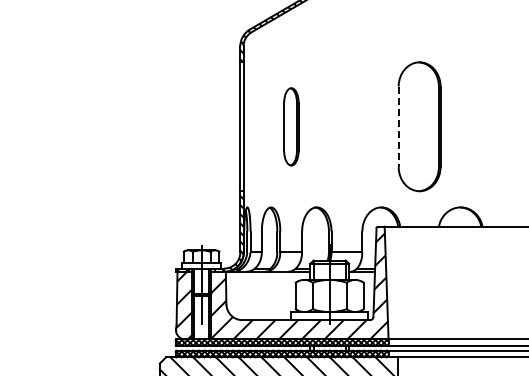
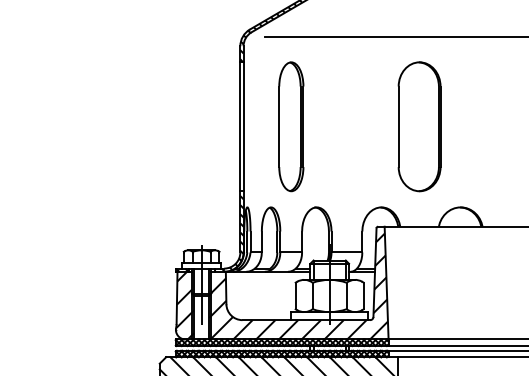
line at (395, 36): none -> present
part at (291, 126) size: 17x80 px -> 27x132 px
line at (398, 127): dashed -> solid
